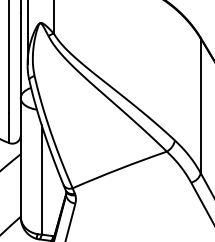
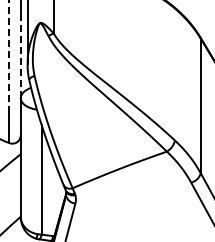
line at (20, 55): solid -> dashed
line at (9, 56): solid -> dashed
